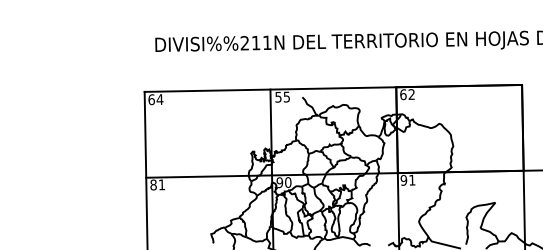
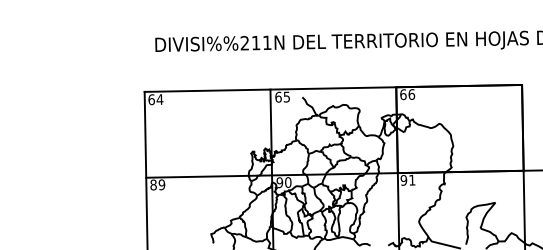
text at (411, 94): 62 -> 66
text at (278, 96): 55 -> 65
text at (161, 184): 81 -> 89
